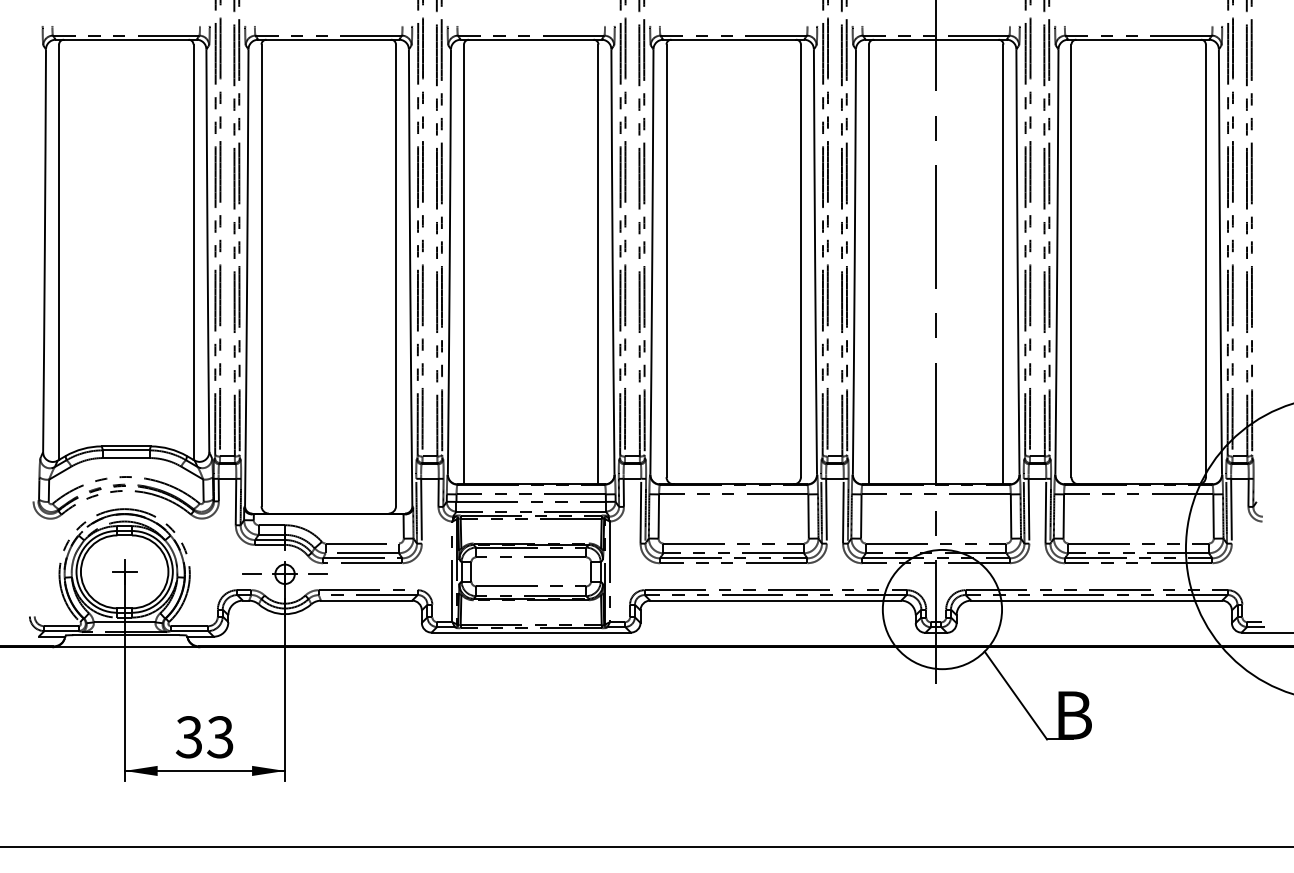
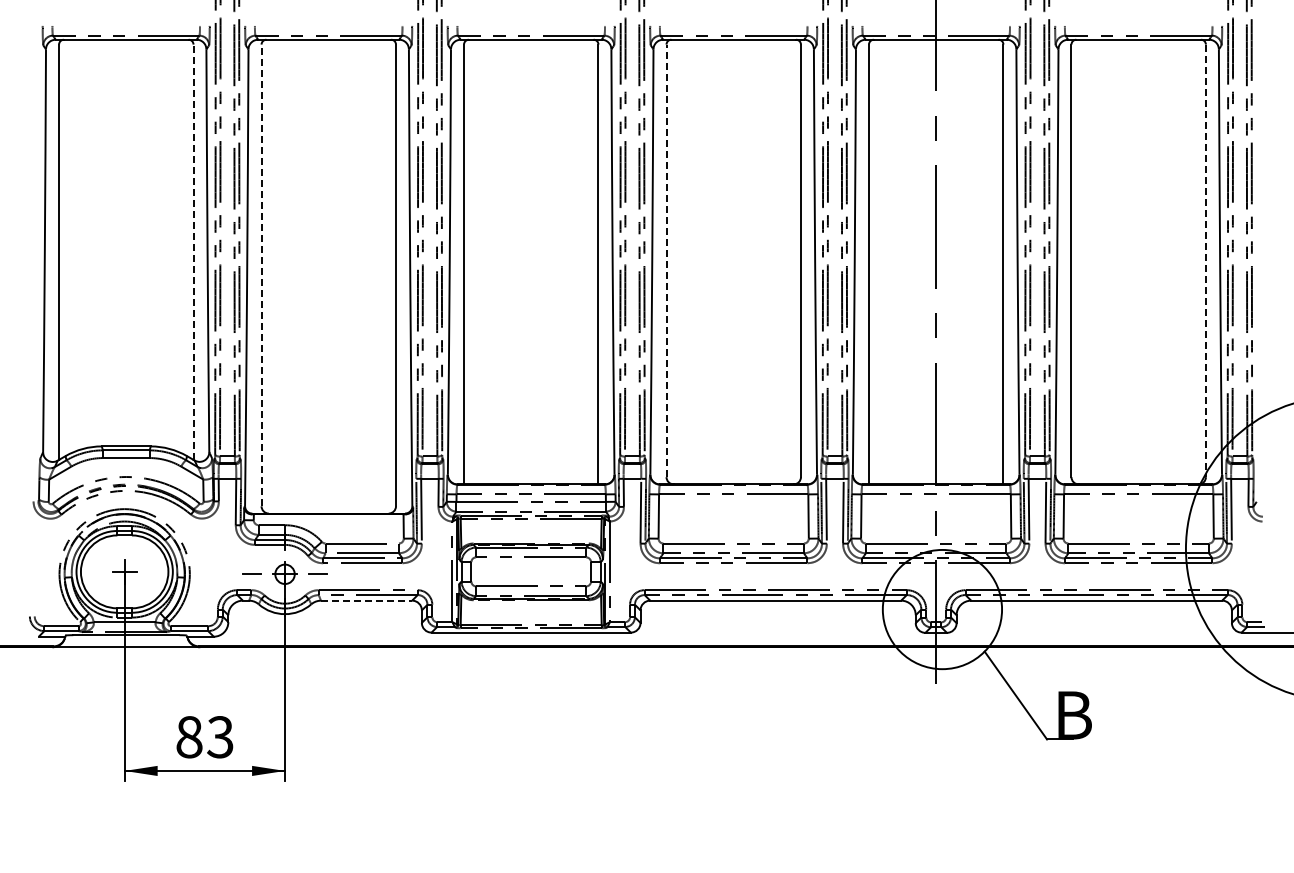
line at (193, 252): solid -> dashed
line at (666, 260): solid -> dashed
line at (1205, 261): solid -> dashed
line at (261, 275): solid -> dashed
line at (366, 600): solid -> dashed
text at (188, 737): 33 -> 83
line at (646, 847): present -> none
